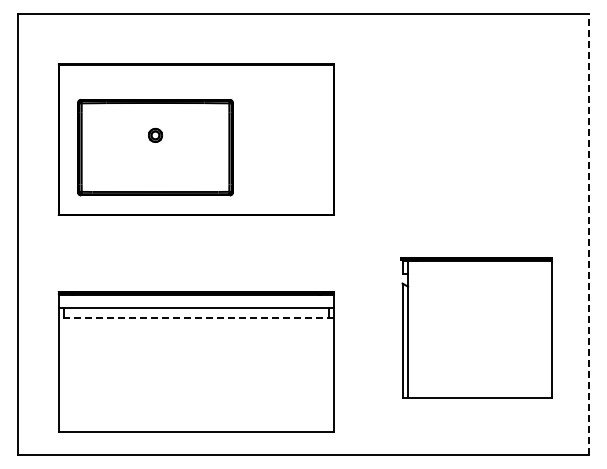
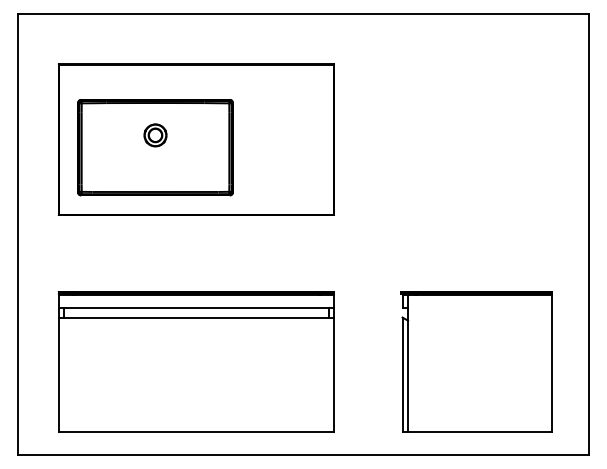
part at (155, 134) size: 15x16 px -> 25x25 px
line at (588, 234): dashed -> solid
line at (196, 317): dashed -> solid
part at (476, 327) position: (476, 327) -> (476, 361)
